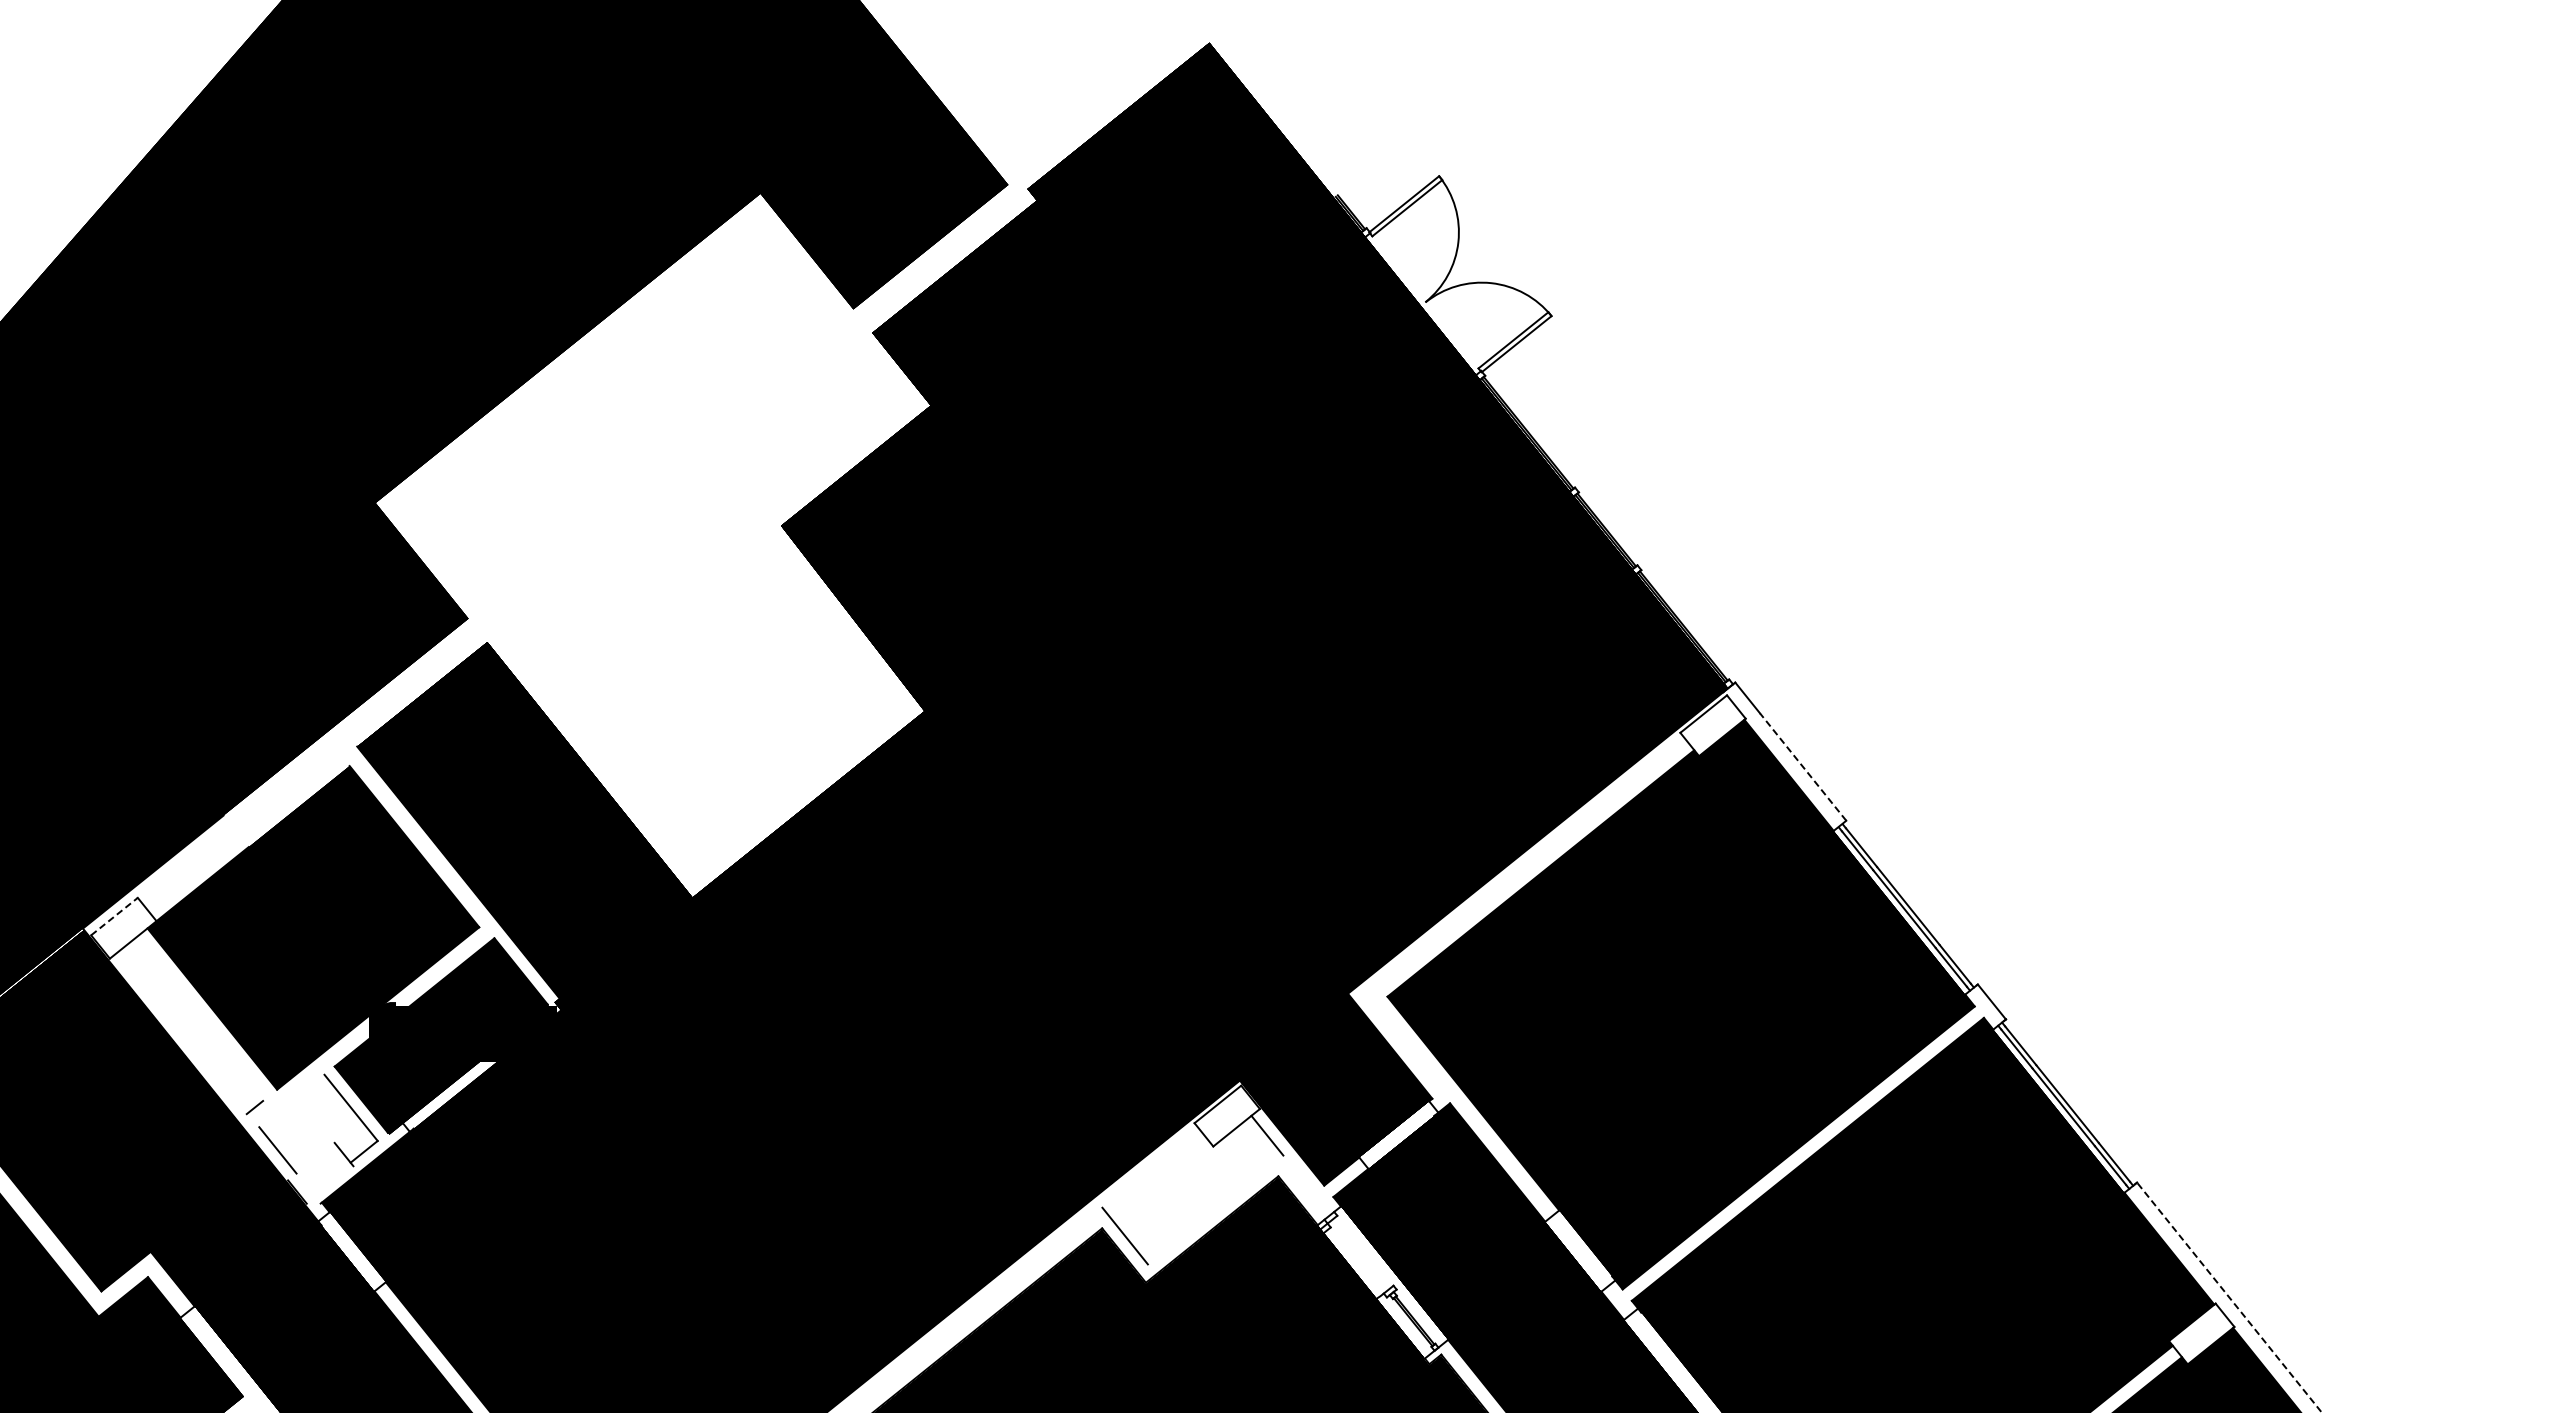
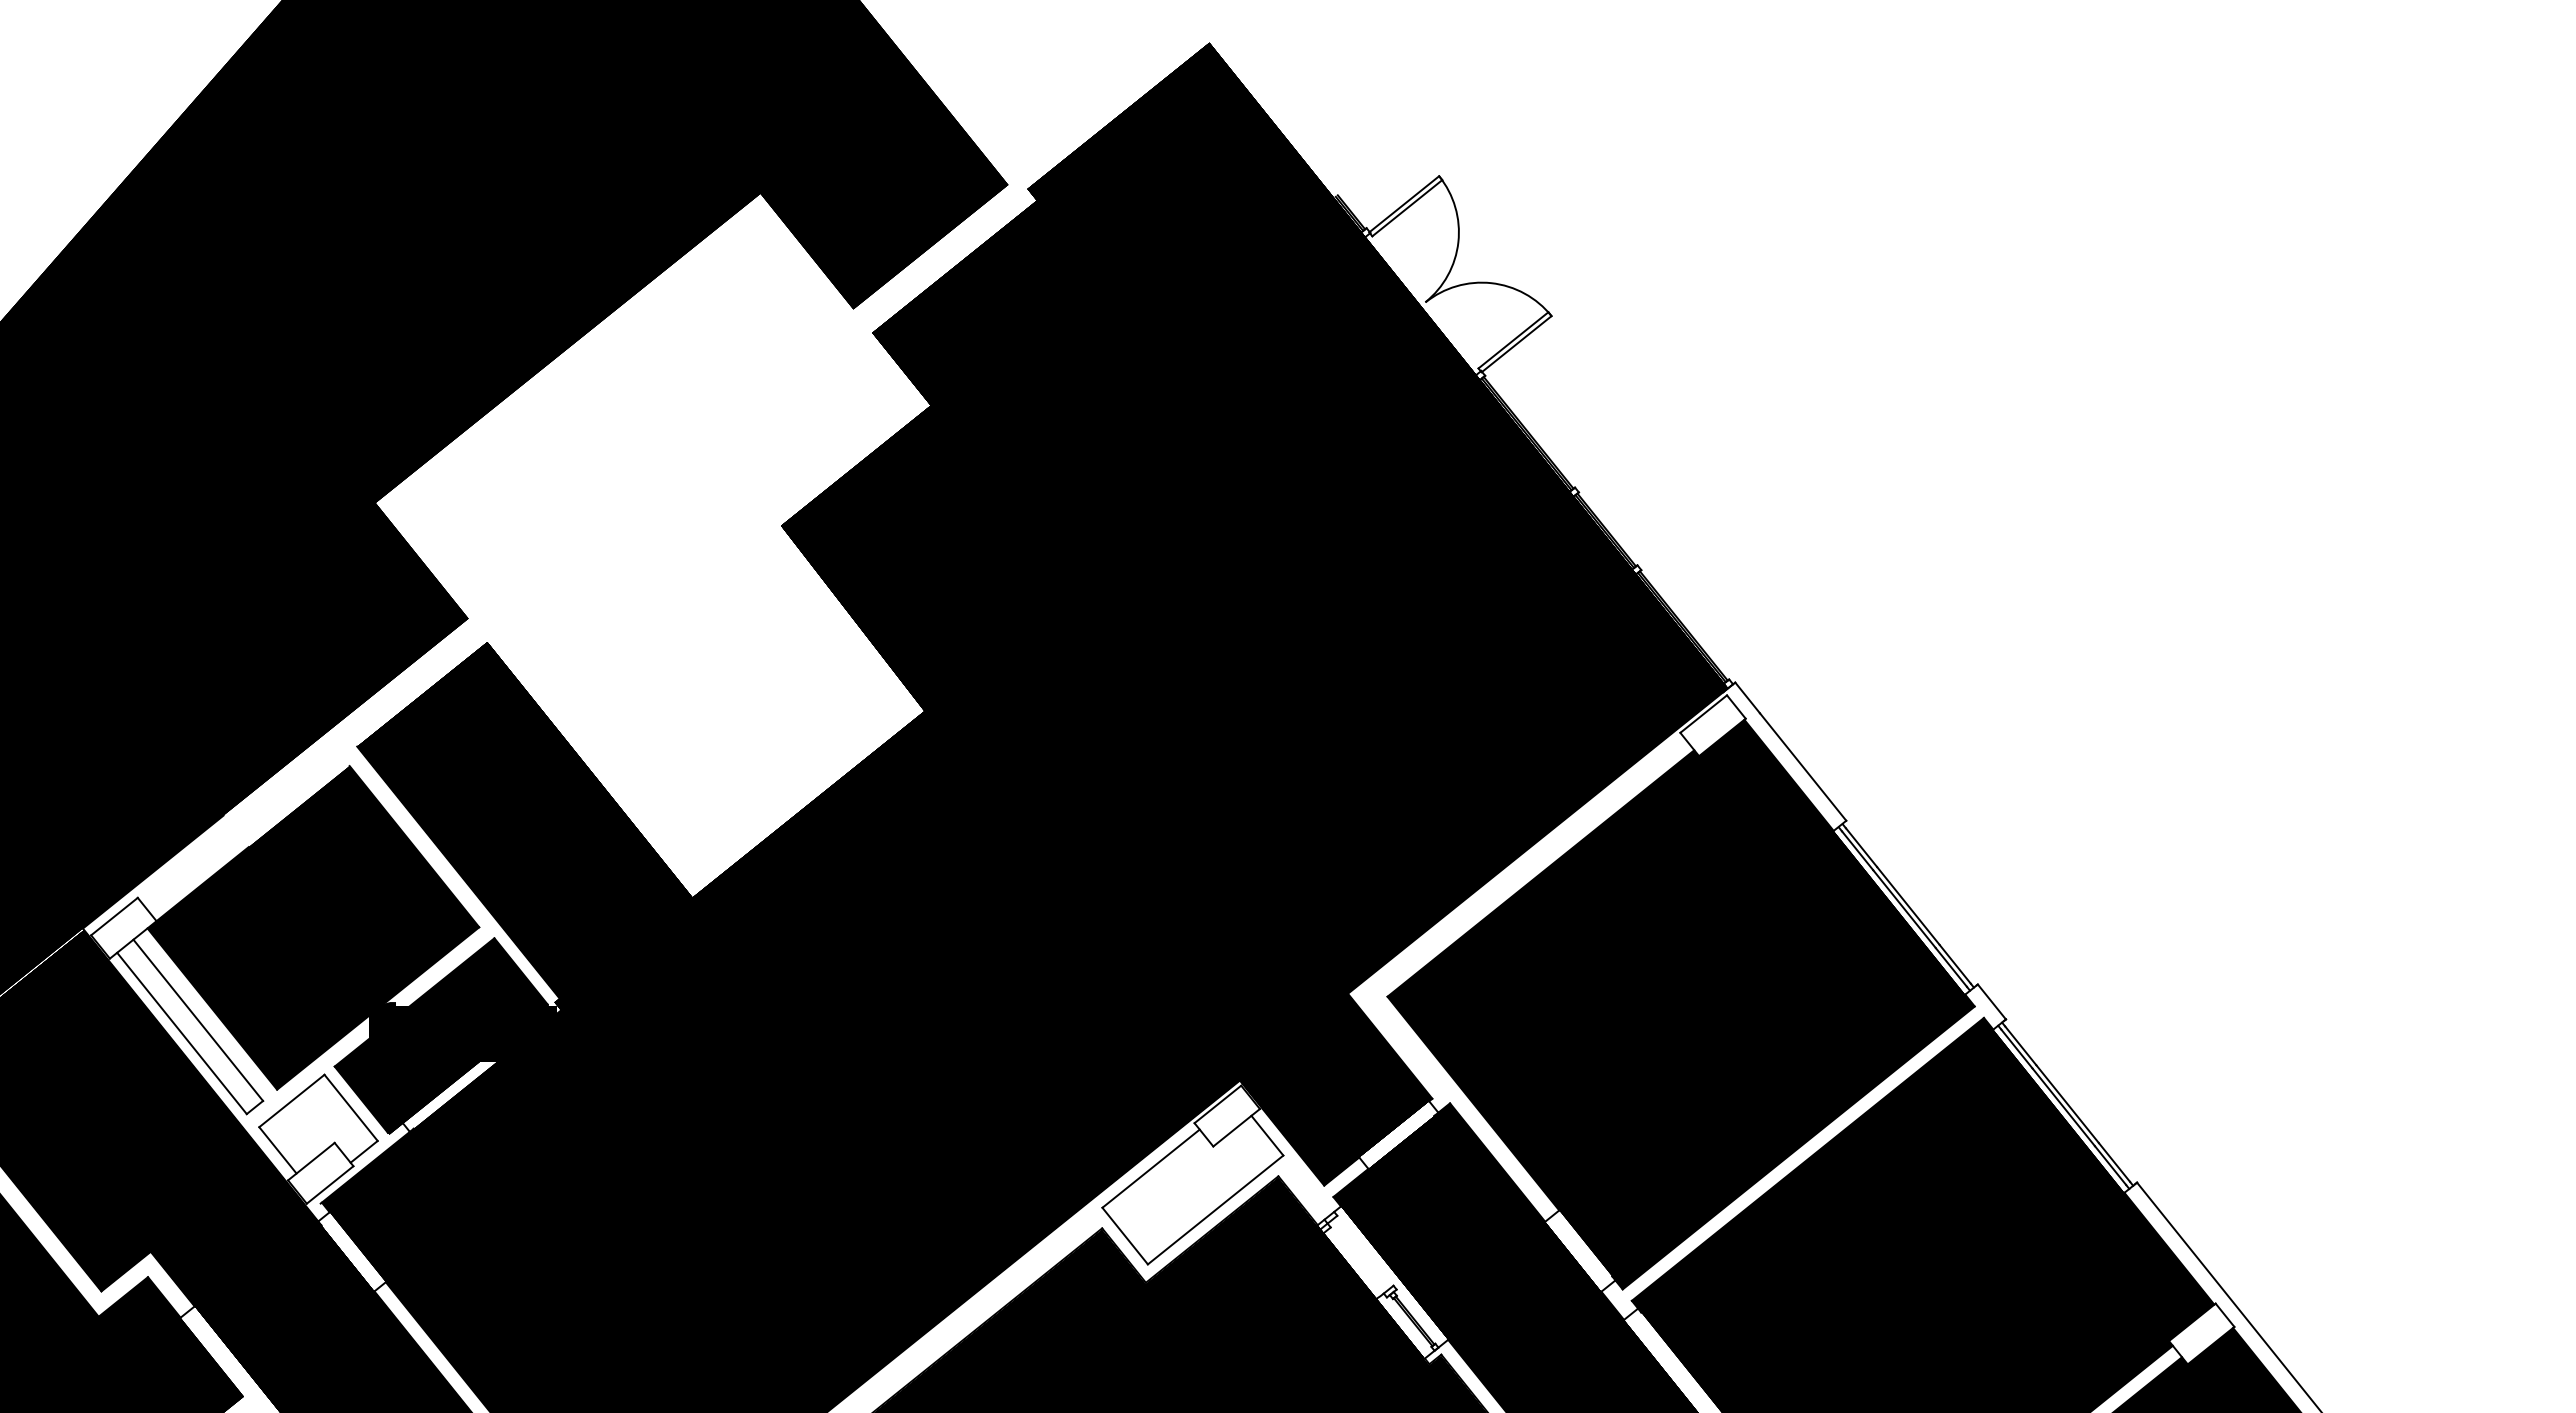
line at (1803, 767): dashed -> solid
line at (114, 916): dashed -> solid
line at (198, 1020): none -> present
line at (181, 1033): none -> present
line at (291, 1100): none -> present
line at (311, 1161): none -> present
line at (1150, 1168): none -> present
line at (329, 1184): none -> present
line at (1215, 1209): none -> present
line at (2229, 1297): dashed -> solid
